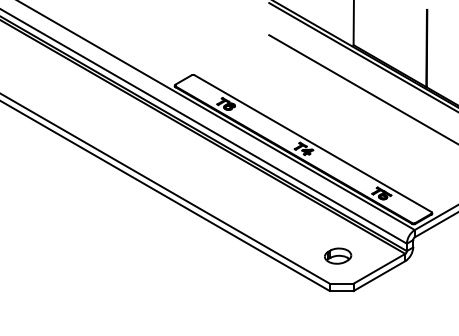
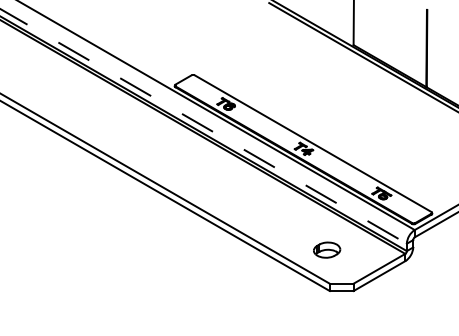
line at (362, 89): present -> none
line at (204, 126): solid -> dashed
part at (338, 255) position: (338, 255) -> (327, 249)
